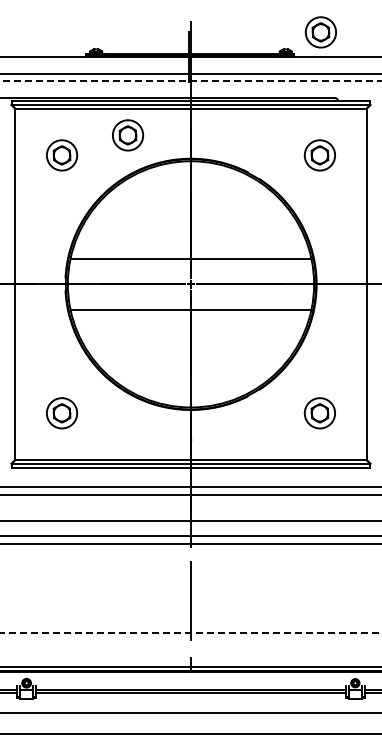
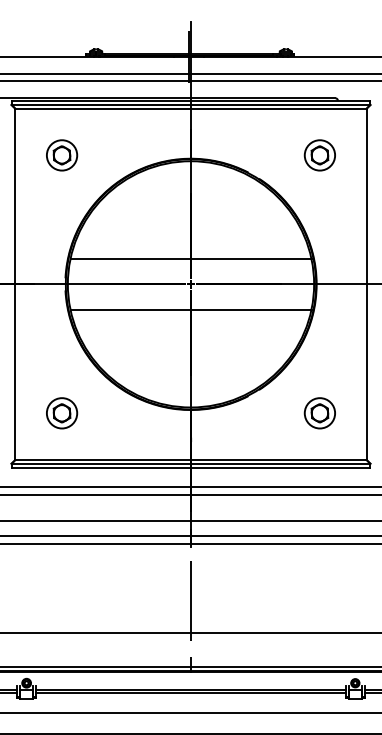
part at (320, 32): present -> none
line at (190, 81): dashed -> solid
part at (128, 135): present -> none
line at (191, 632): dashed -> solid
